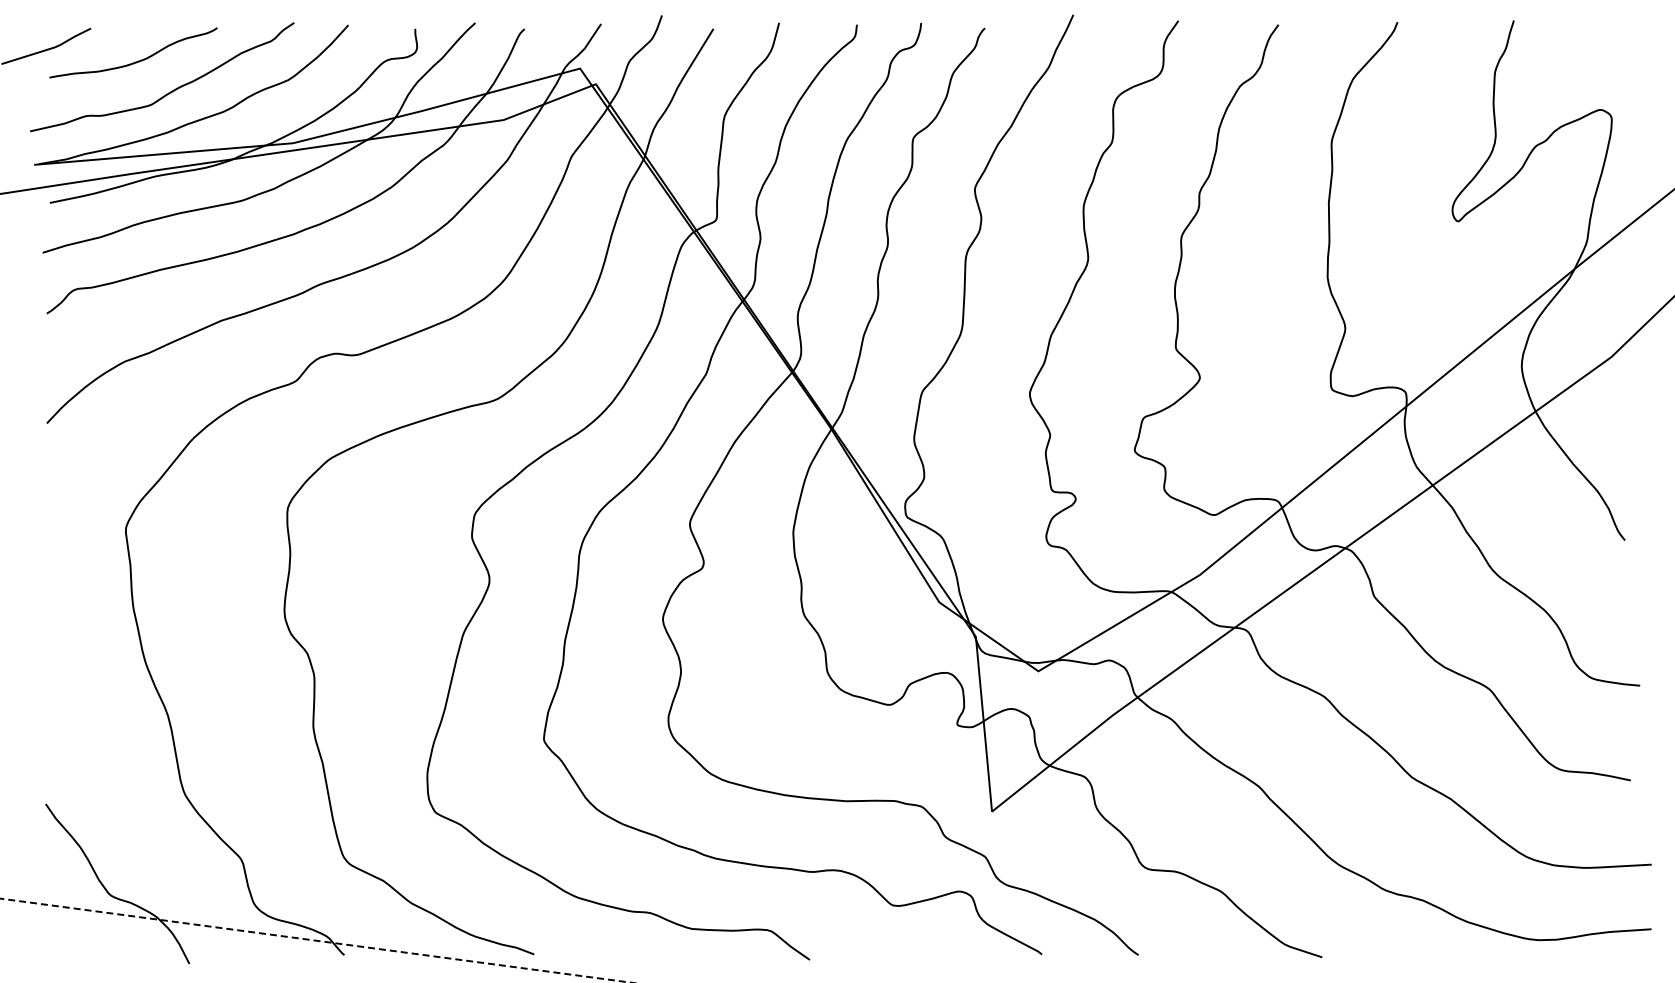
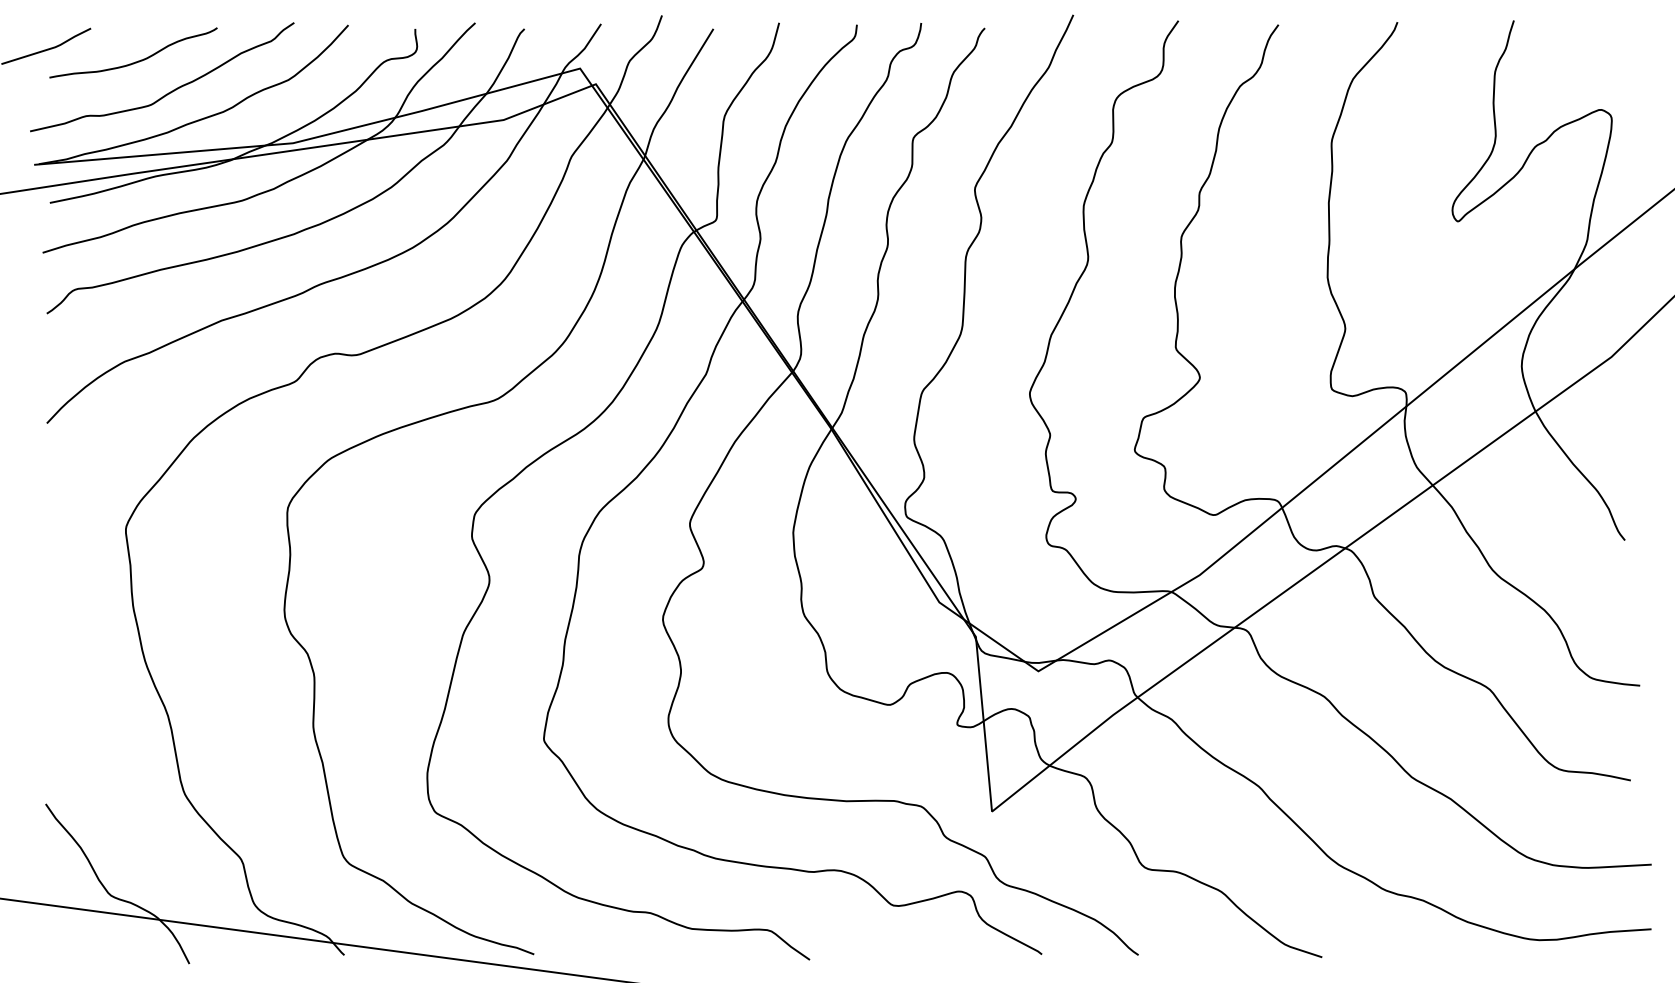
line at (316, 940): dashed -> solid
